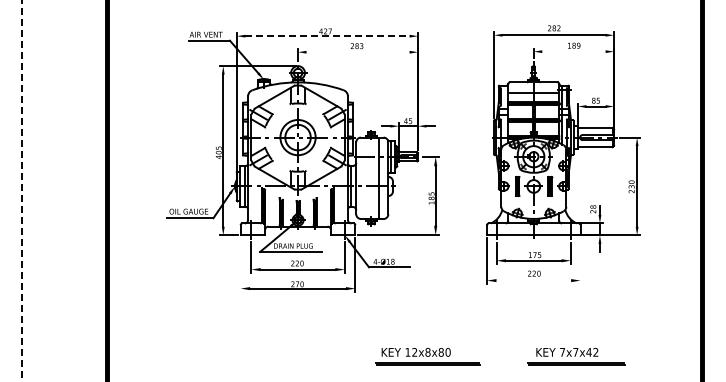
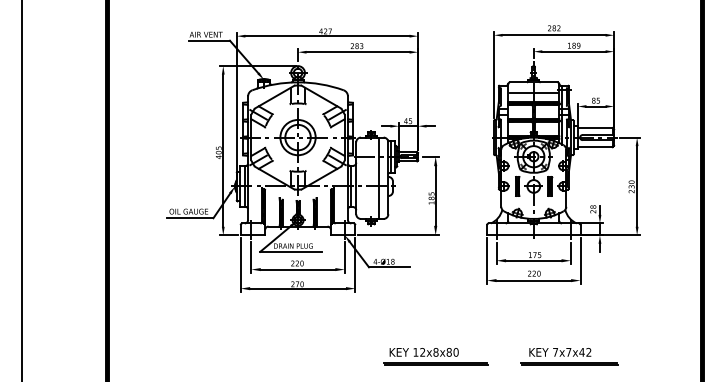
line at (327, 36): dashed -> solid
line at (573, 51): none -> present
line at (357, 52): none -> present
line at (21, 191): dashed -> solid
line at (580, 260): none -> present
line at (240, 264): none -> present
line at (533, 280): none -> present
part at (427, 356) position: (427, 356) -> (435, 356)
part at (576, 356) position: (576, 356) -> (569, 356)
